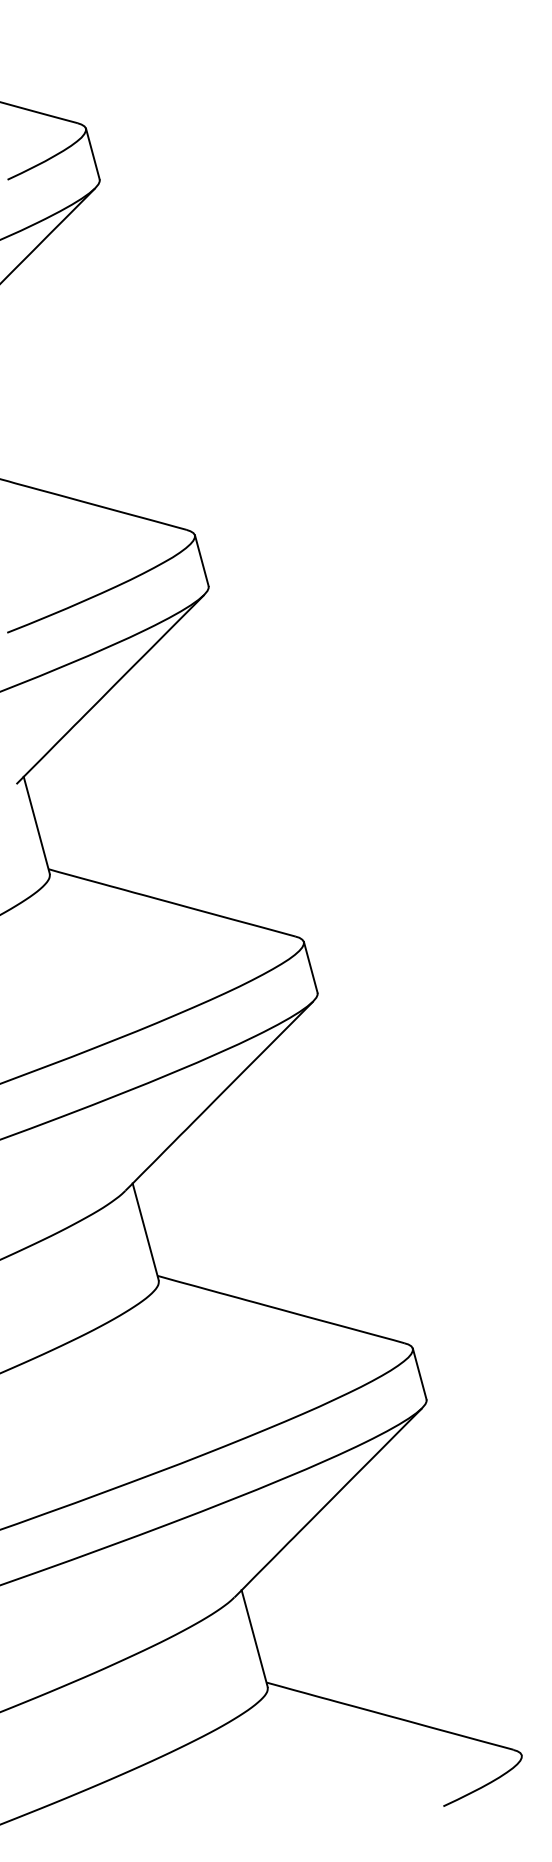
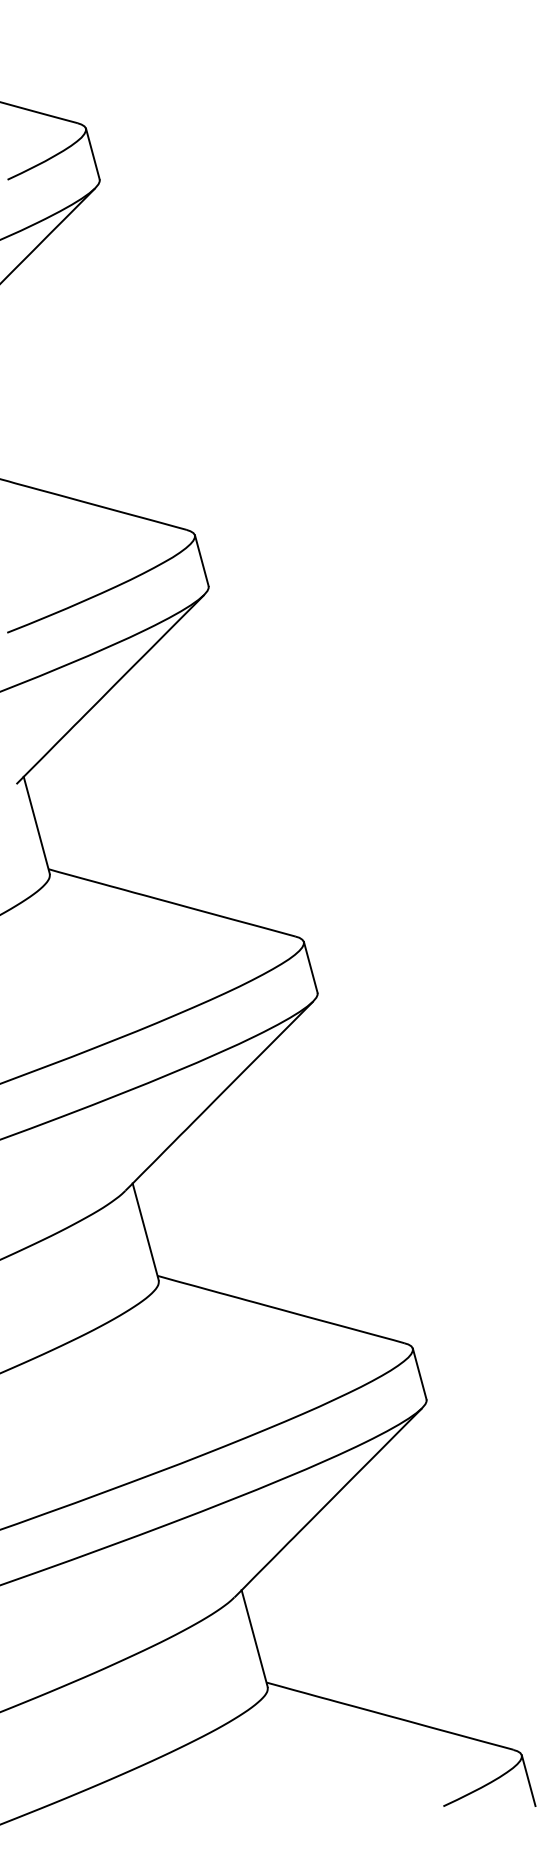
line at (528, 1780): none -> present
